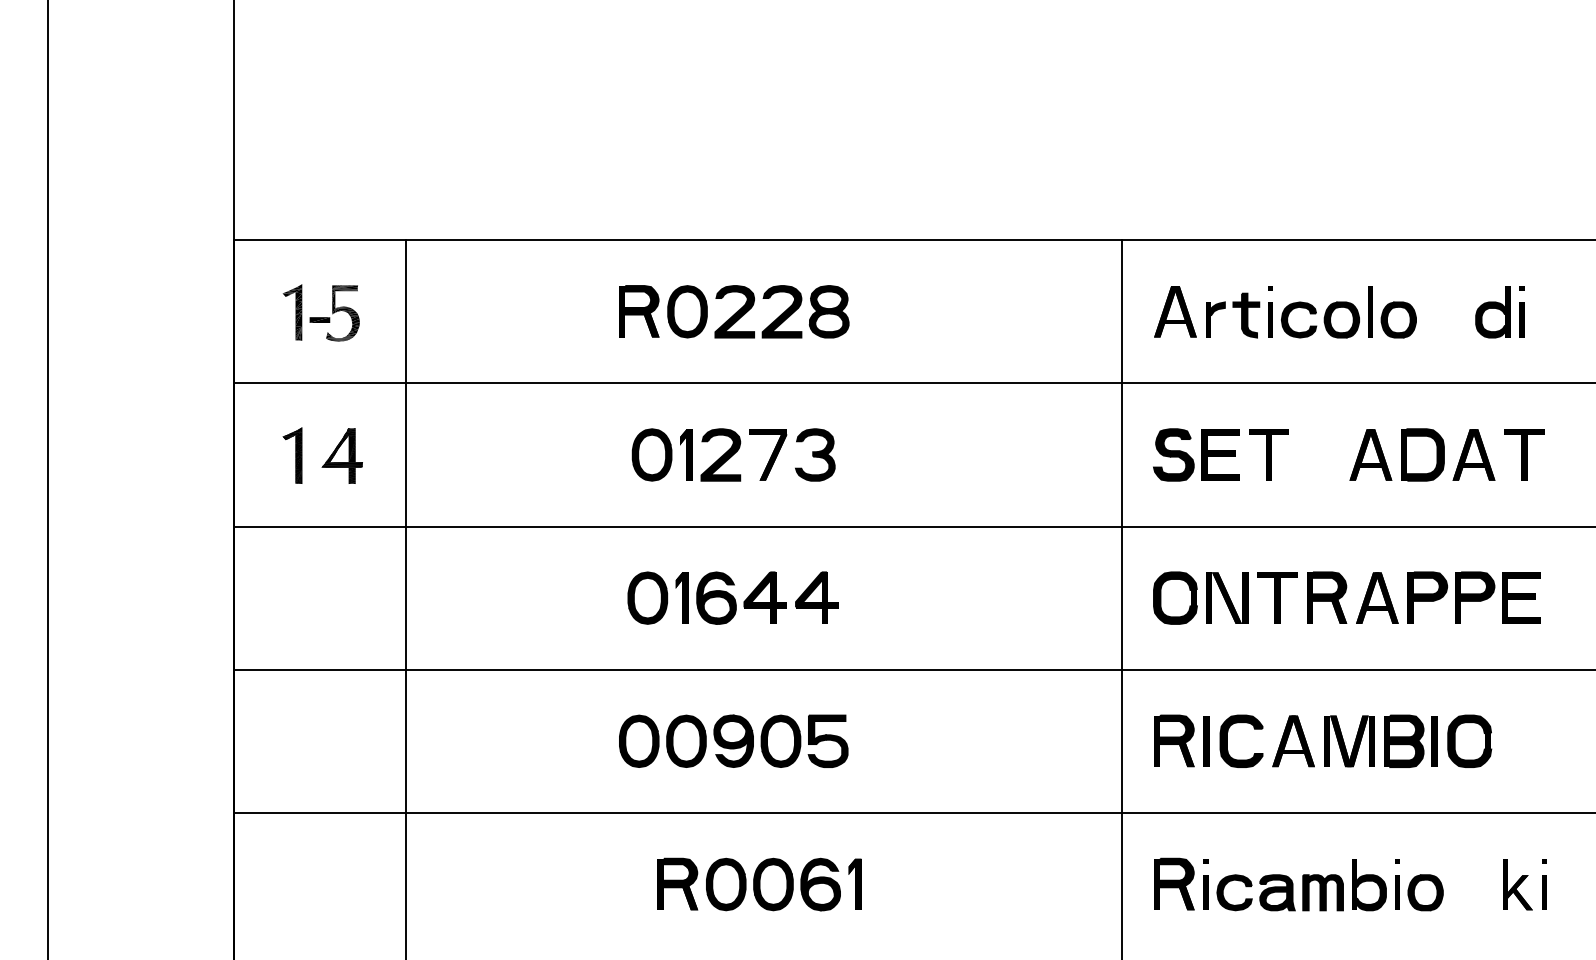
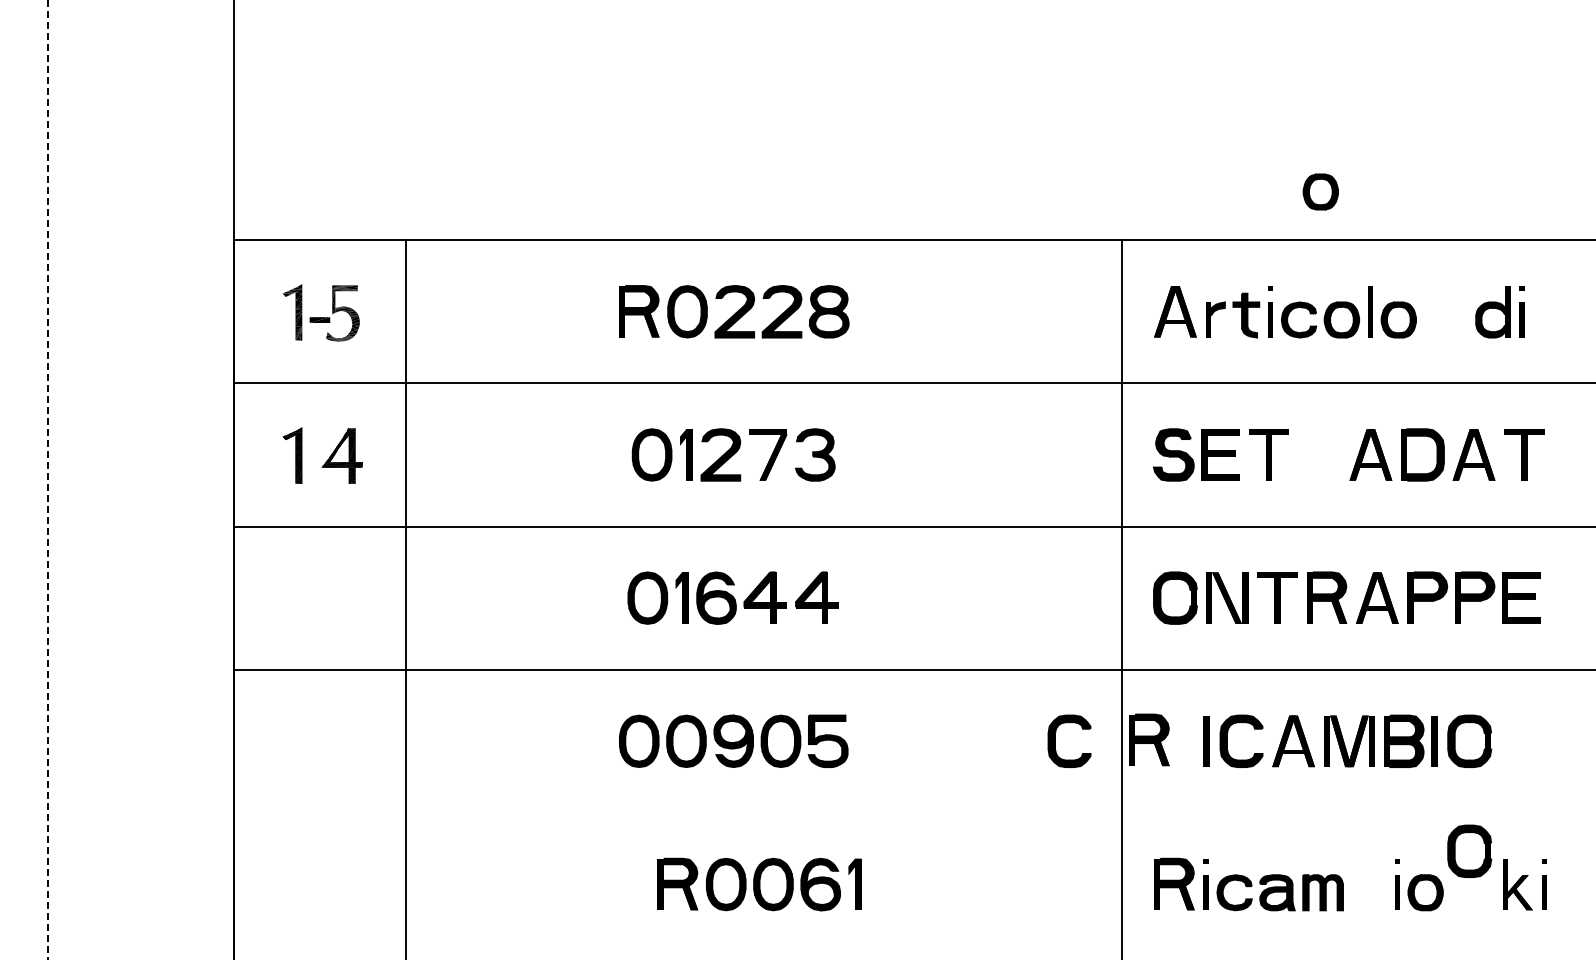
part at (1320, 191): none -> present
line at (47, 479): solid -> dashed
part at (1055, 740): none -> present
part at (1174, 740) position: (1174, 740) -> (1149, 739)
line at (913, 812): present -> none
part at (1469, 850): none -> present
part at (1369, 885): present -> none
